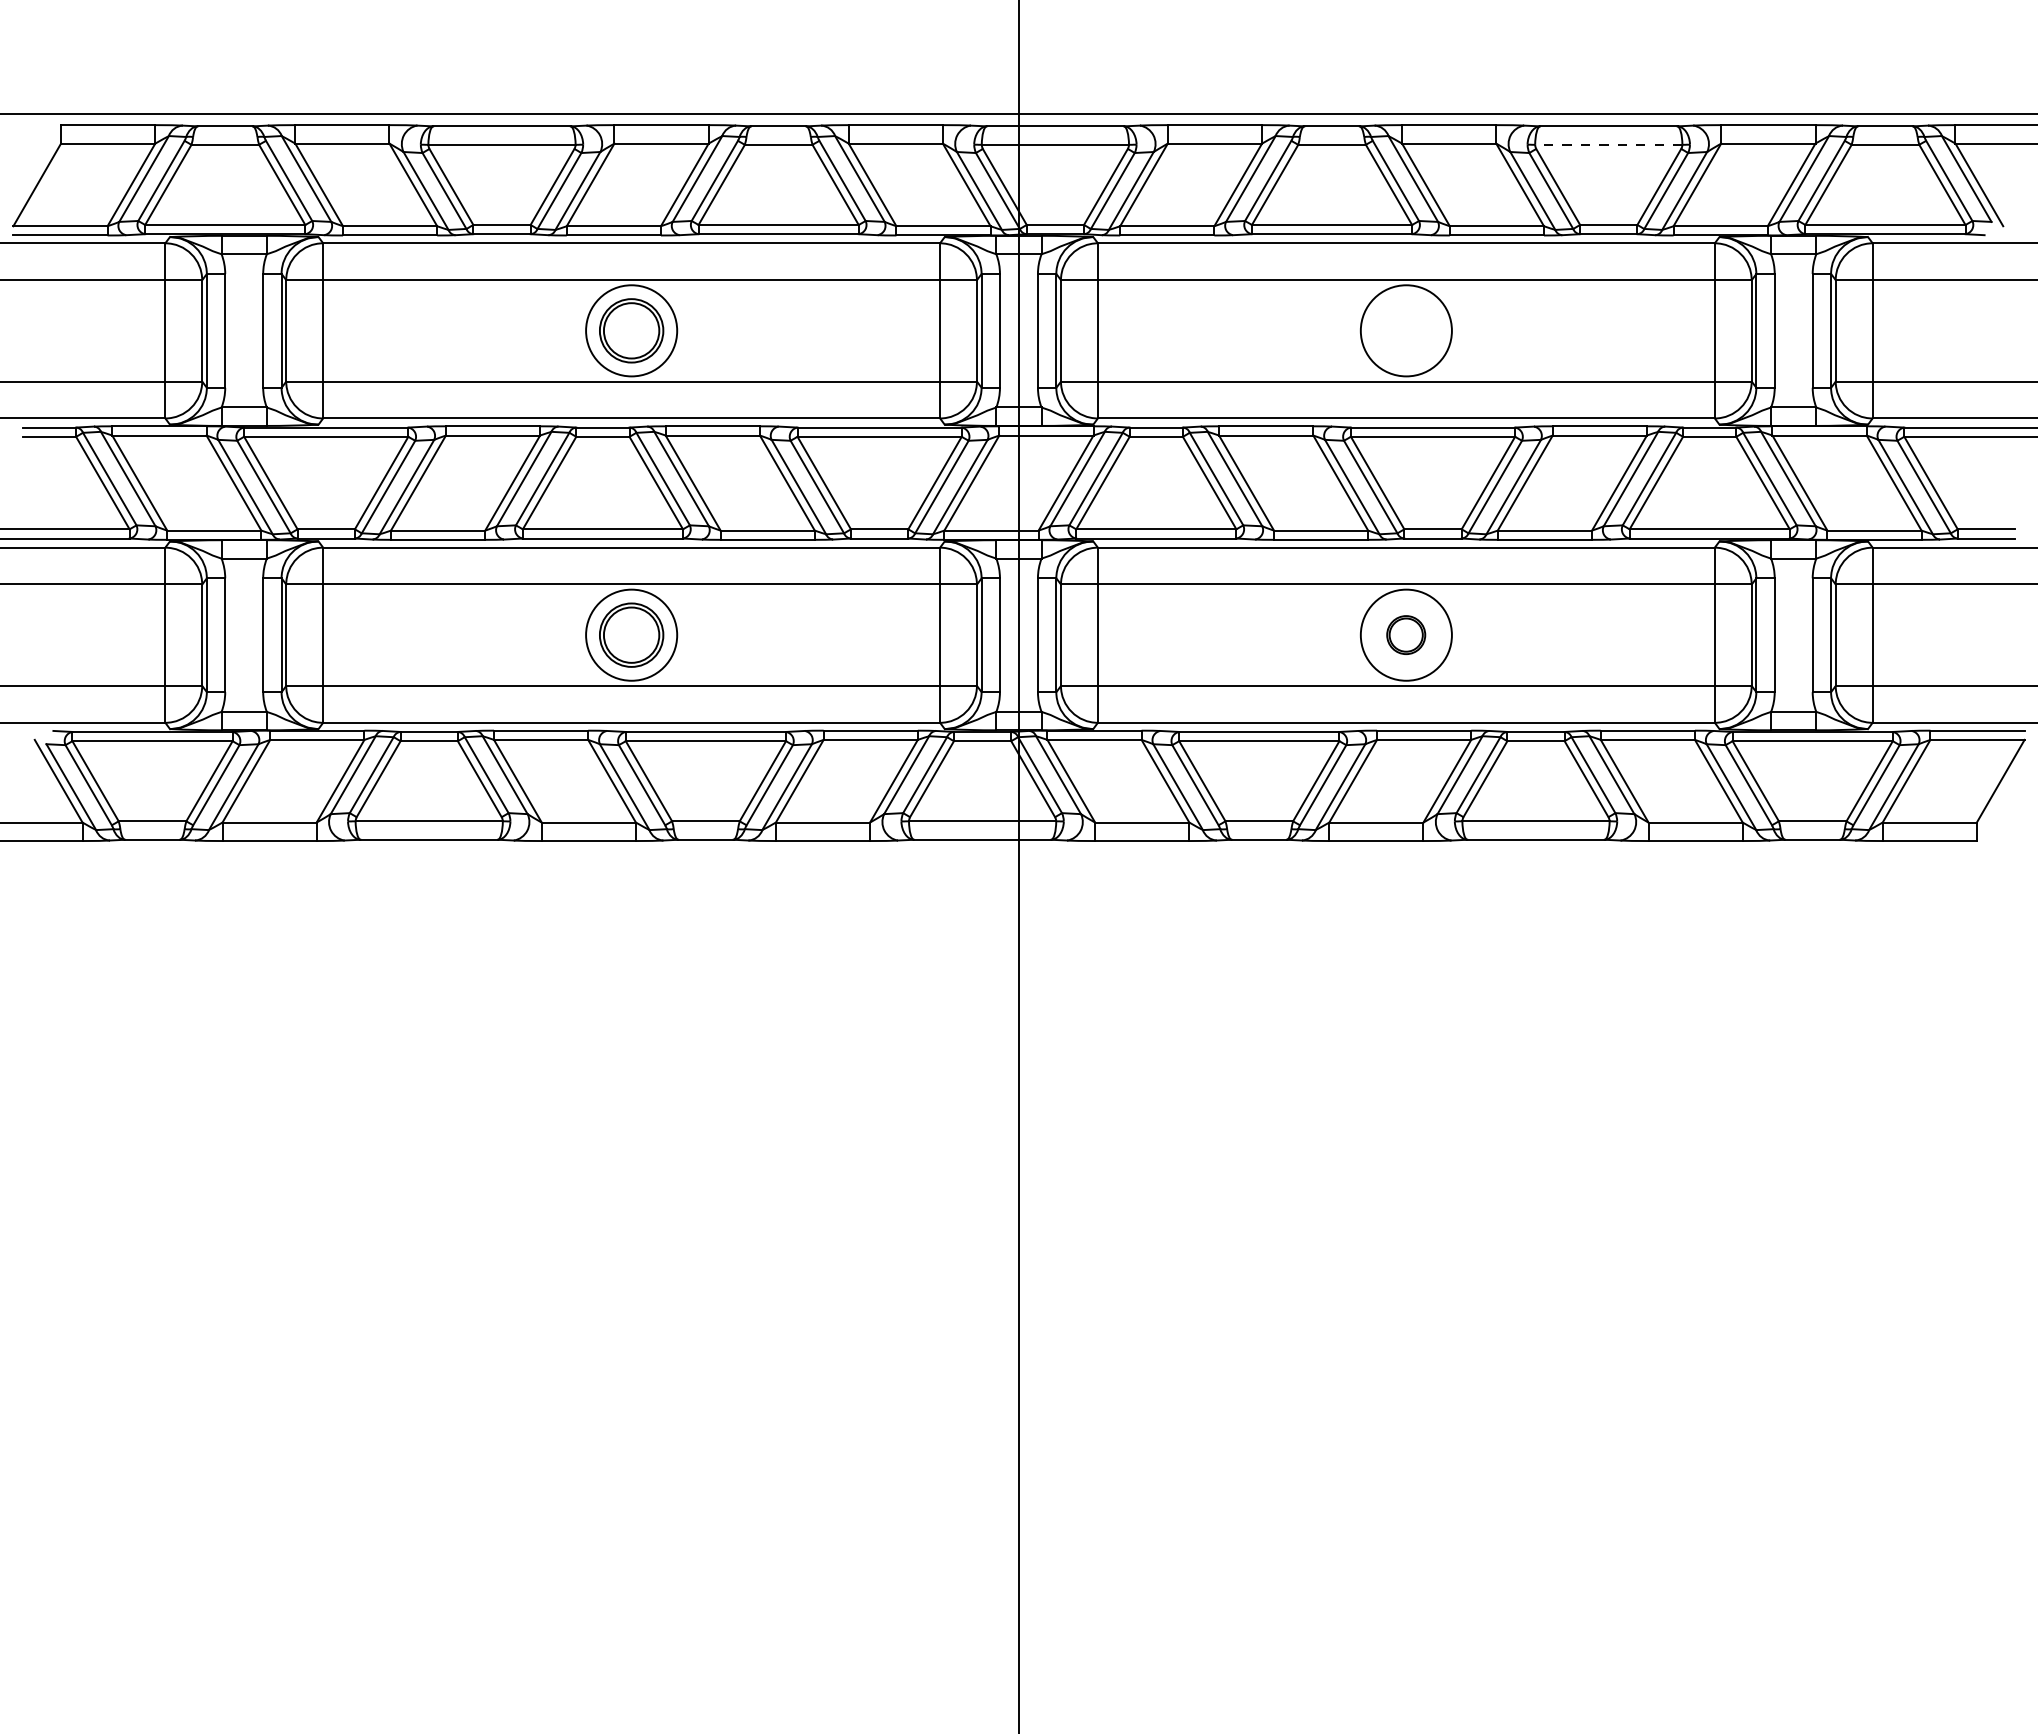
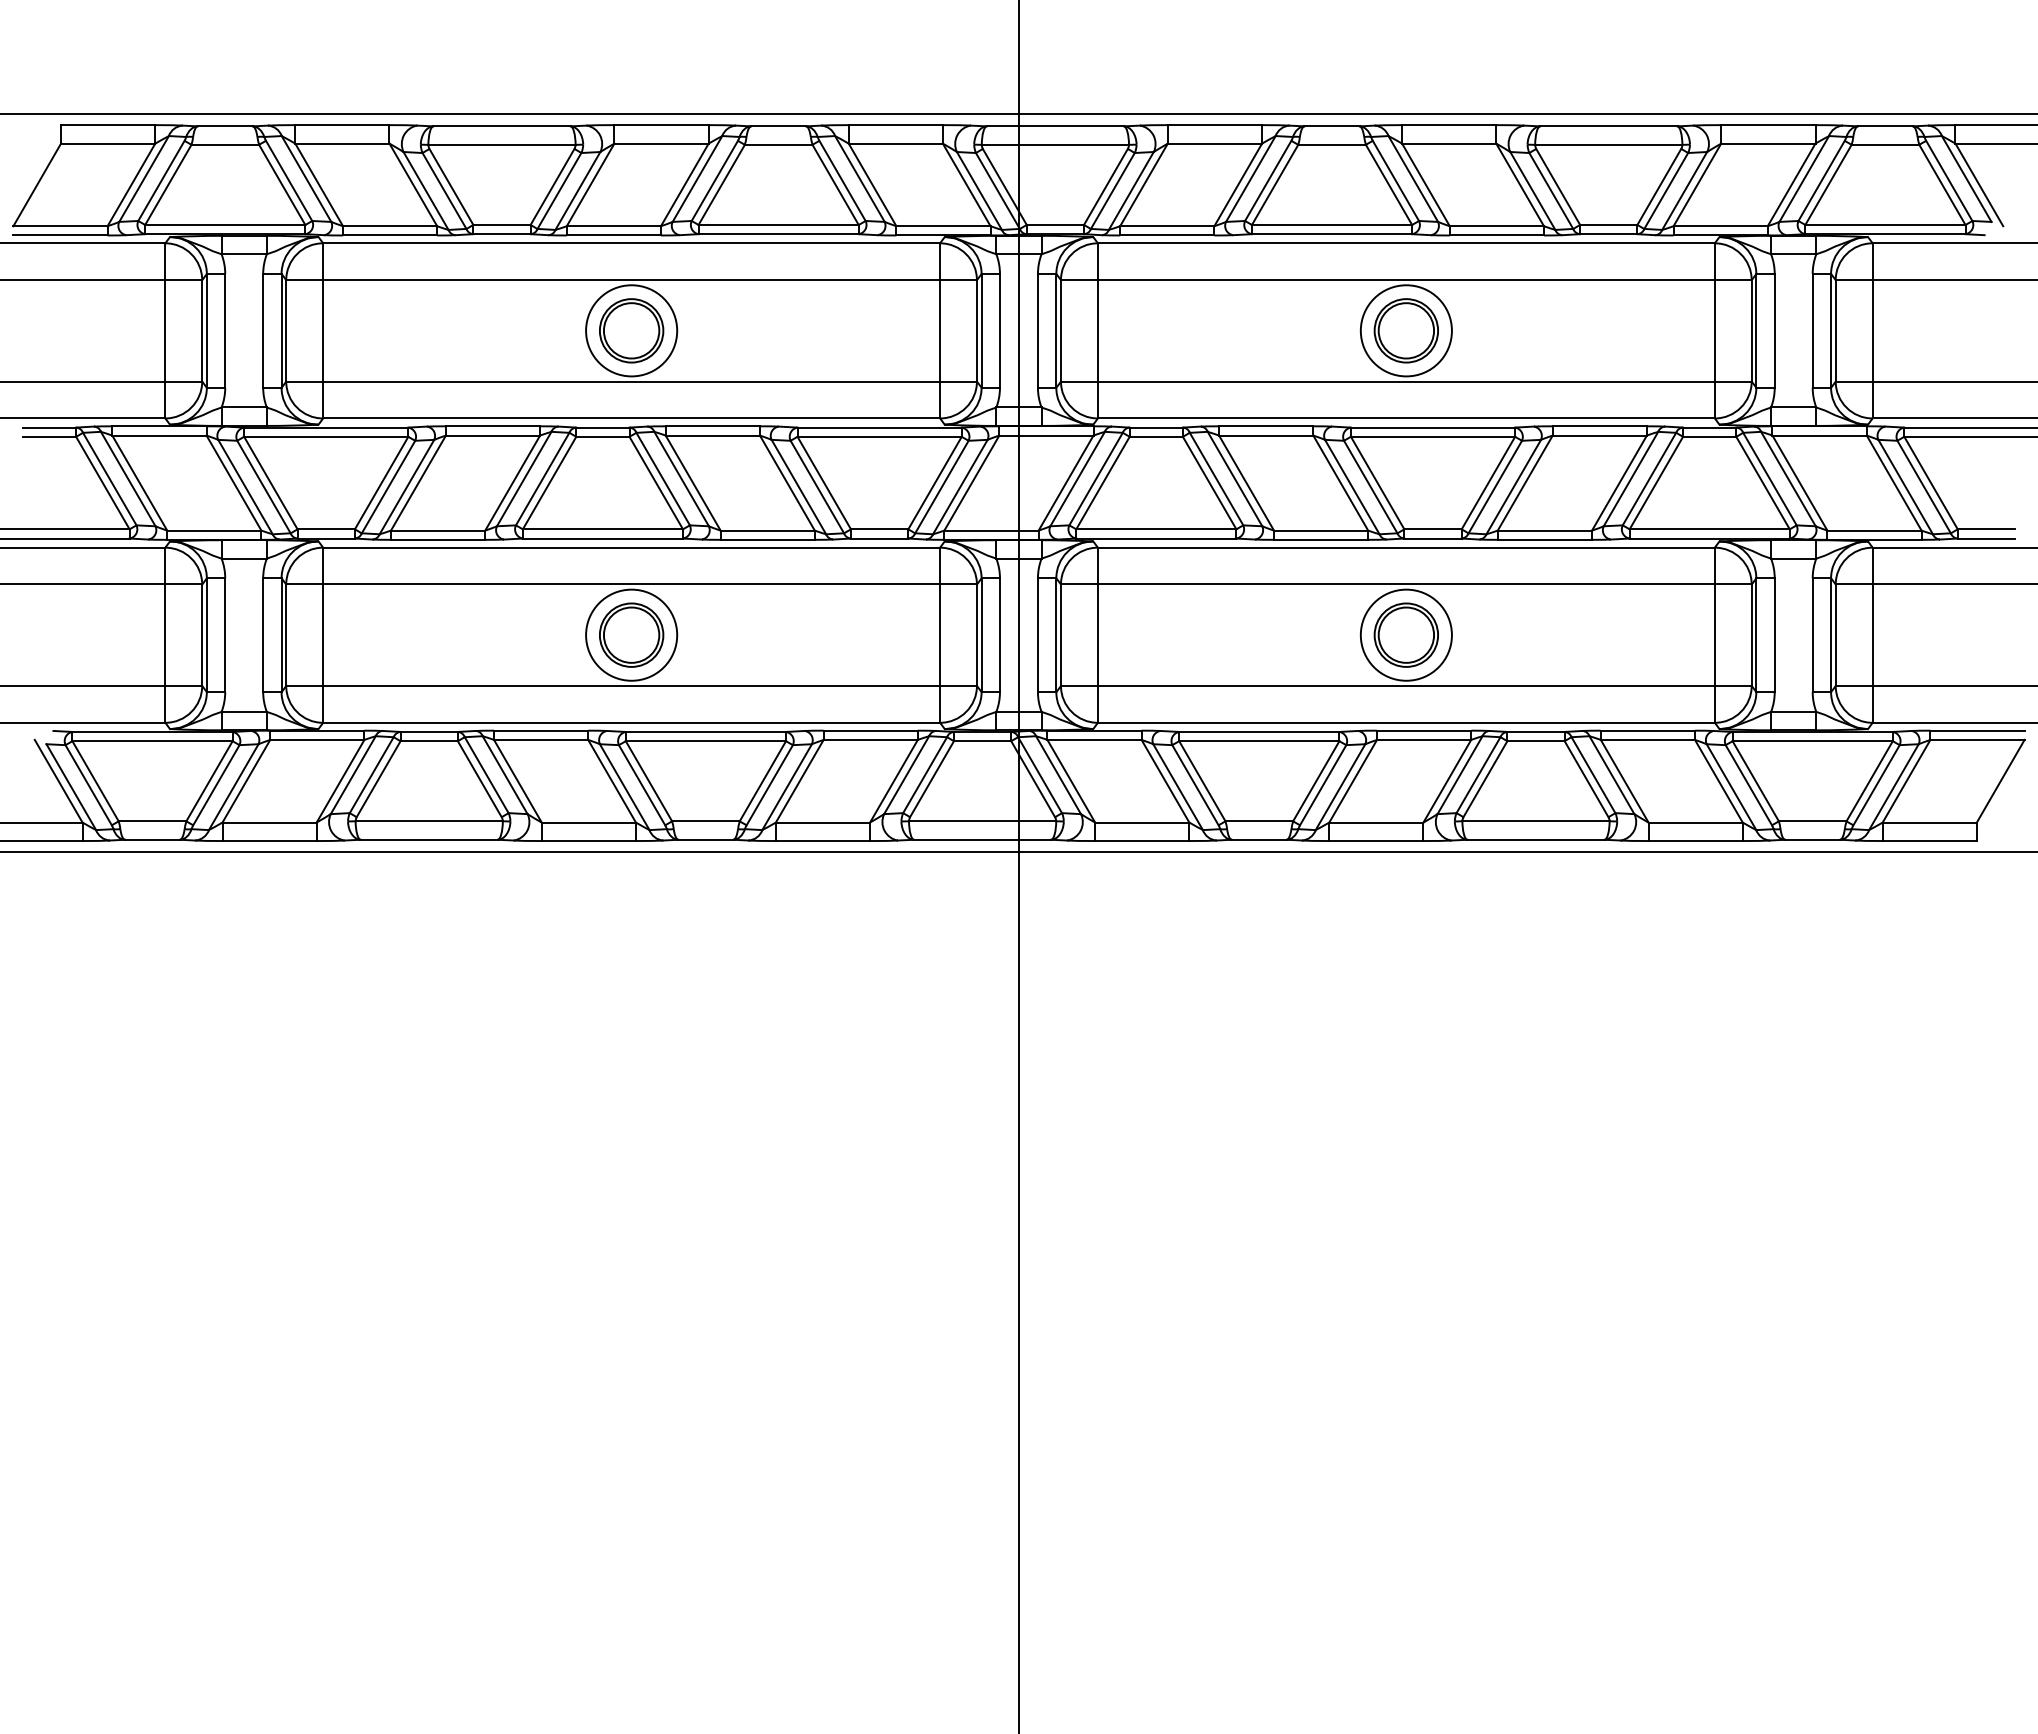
line at (1608, 144): dashed -> solid
part at (1405, 330): none -> present
part at (1406, 634) size: 41x40 px -> 66x66 px
line at (1018, 851): none -> present
